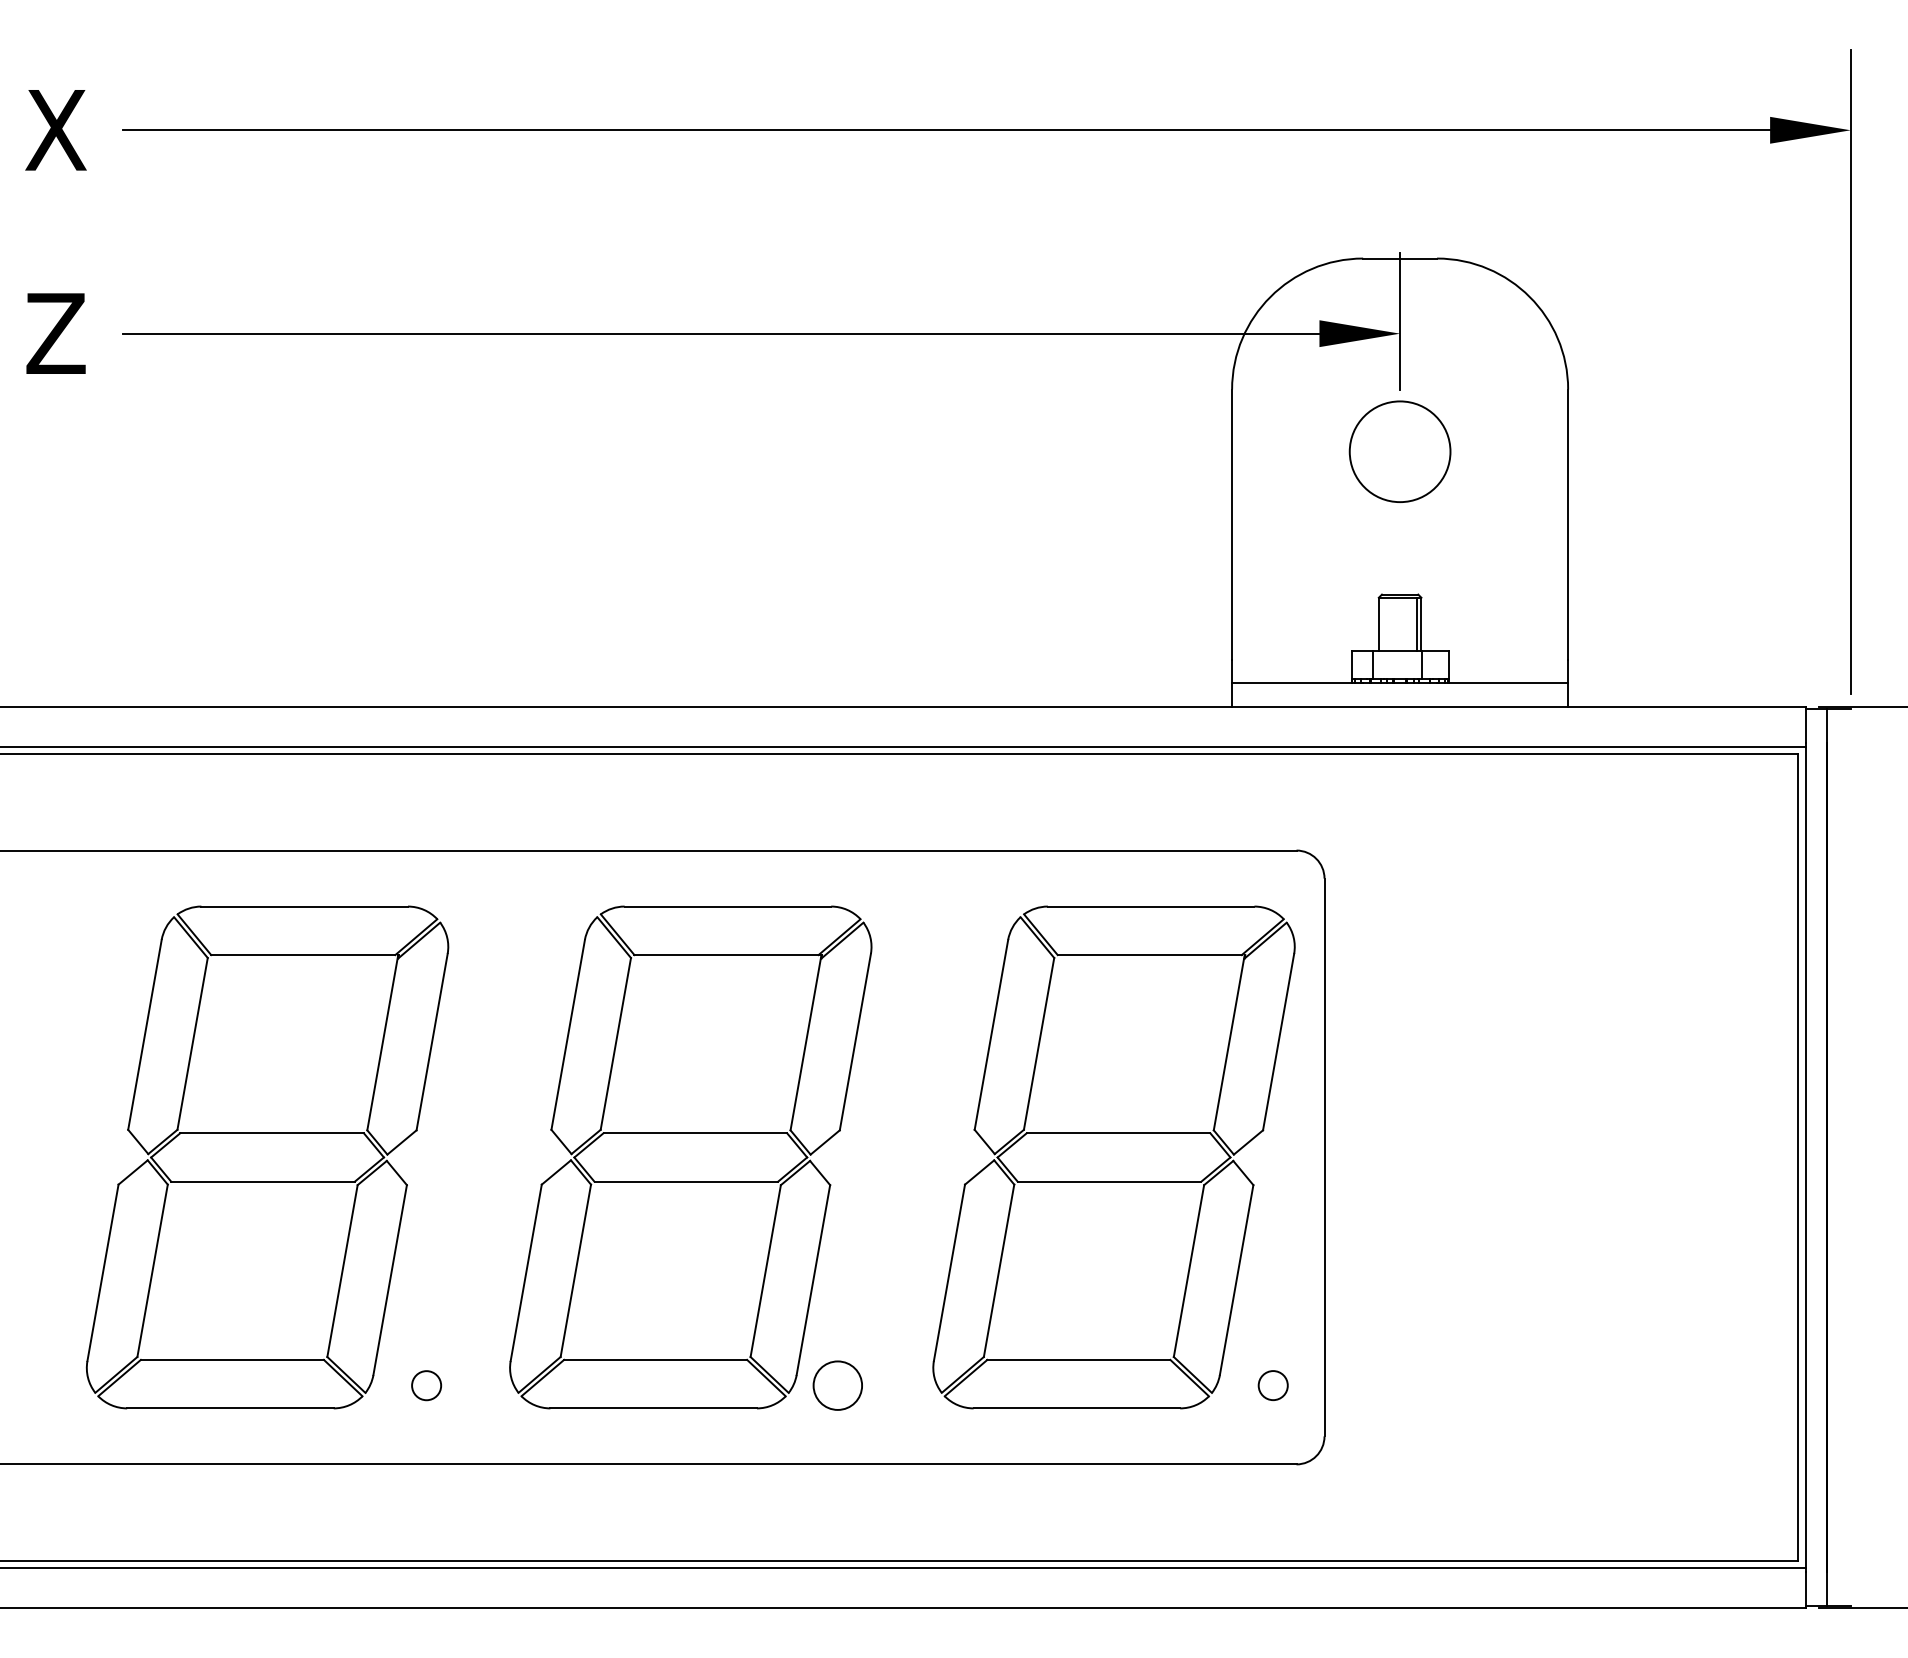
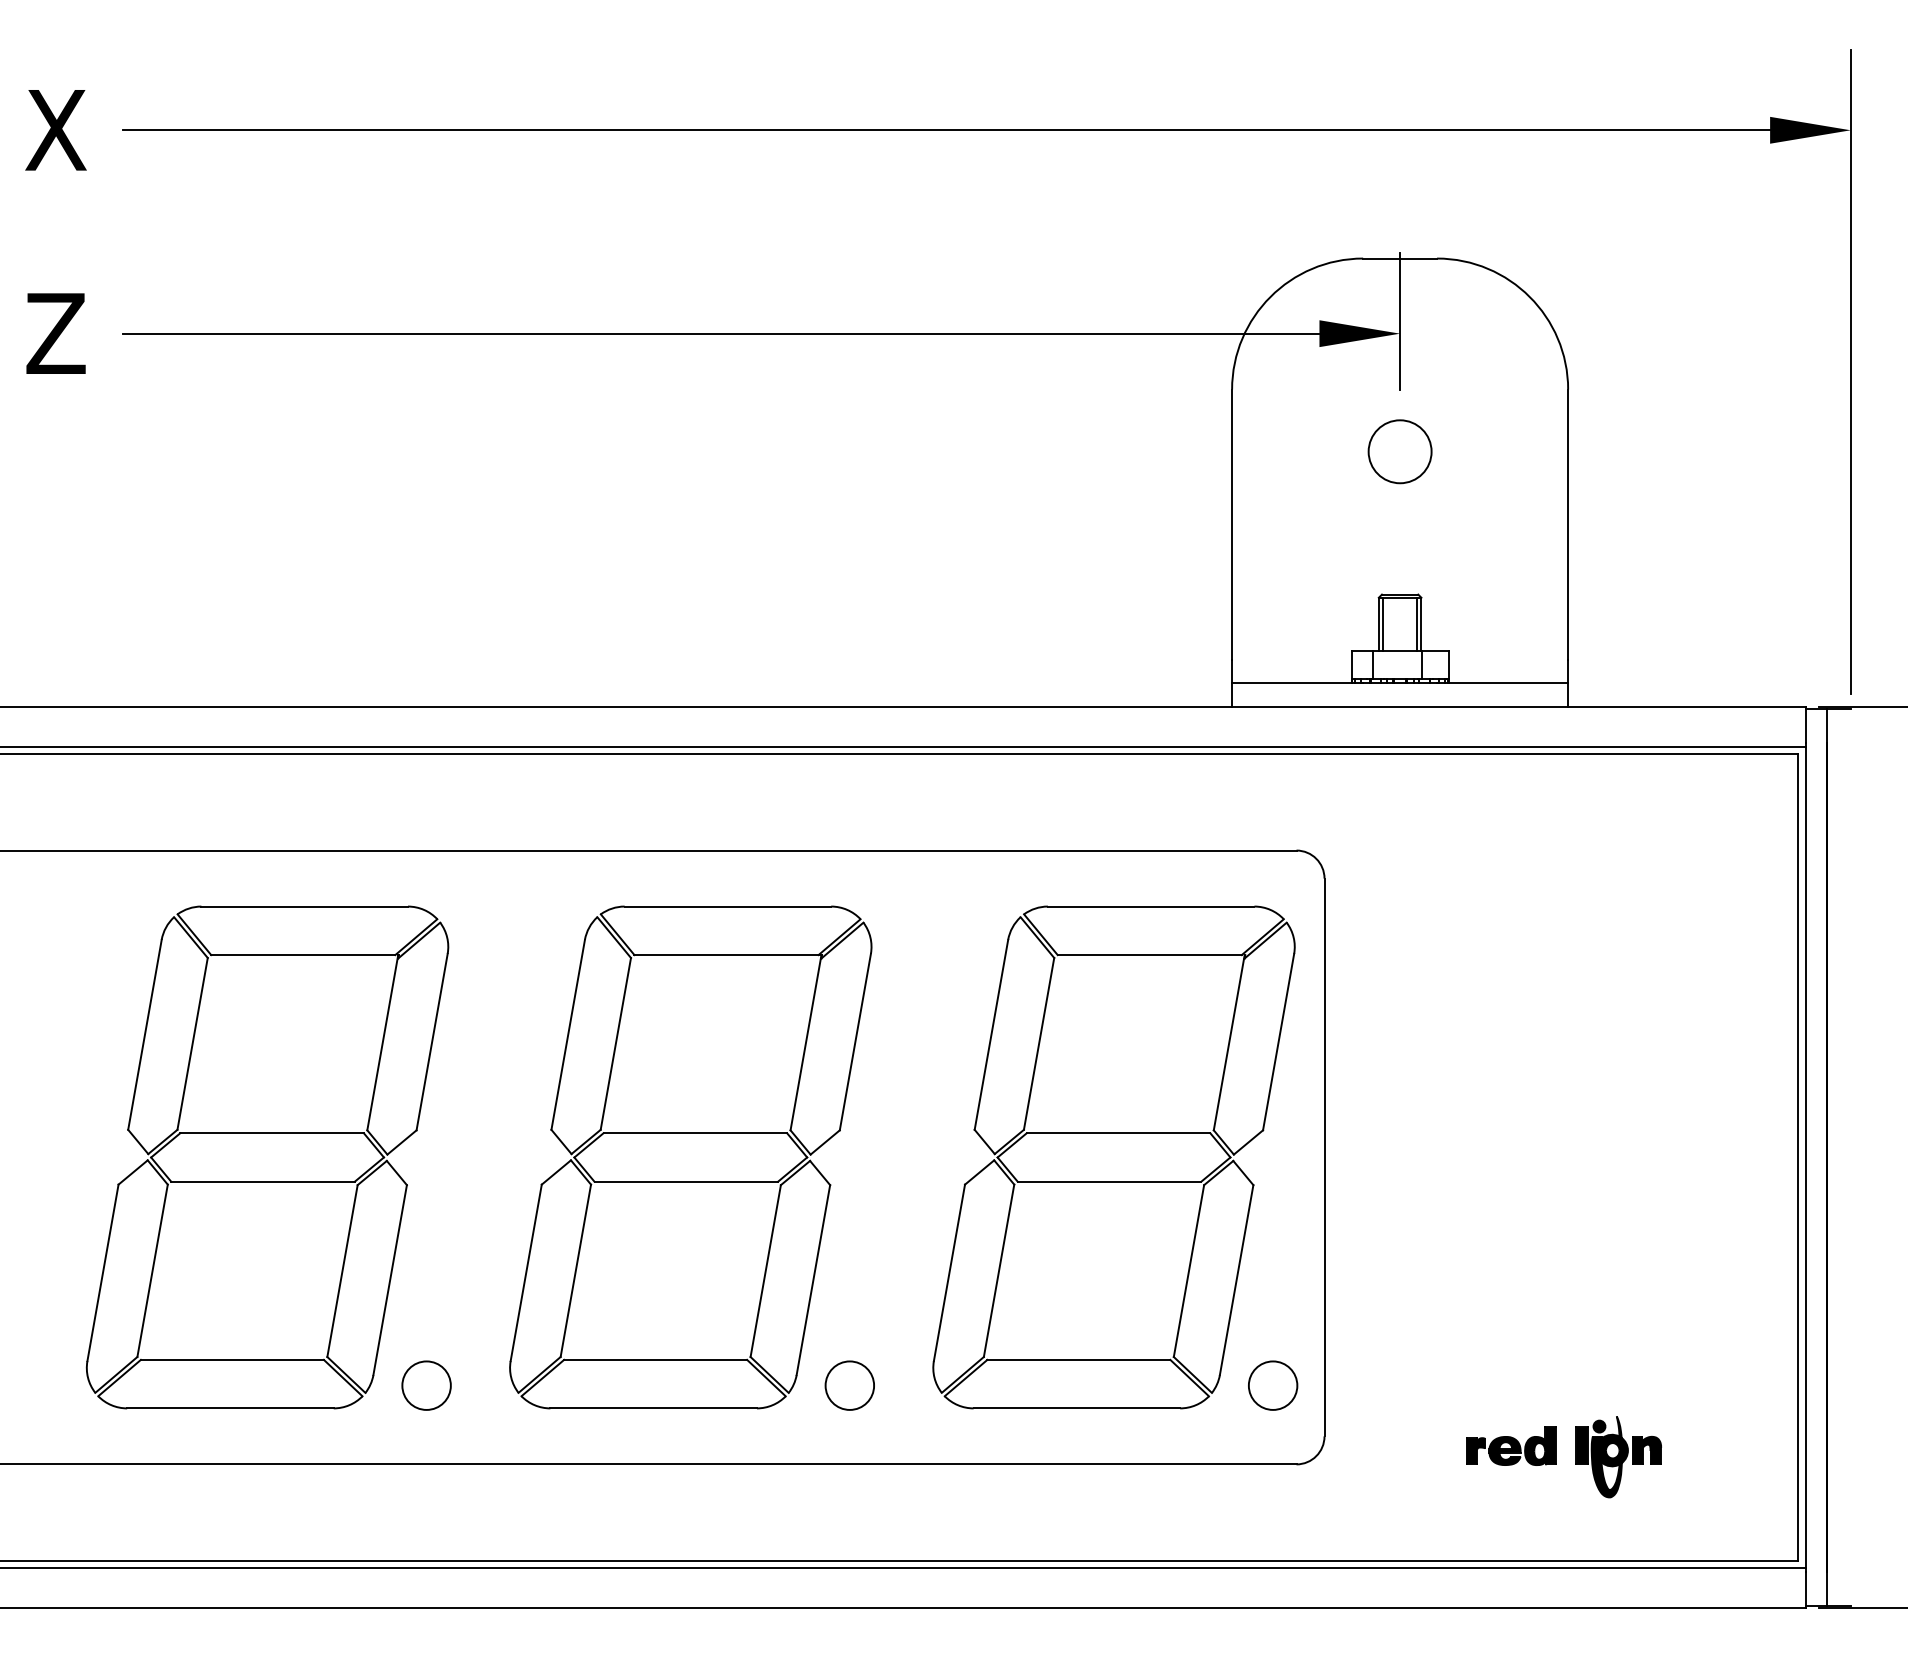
circle at (1399, 451) diameter: 101 px -> 63 px
line at (1383, 623): none -> present
circle at (426, 1385) diameter: 29 px -> 49 px
circle at (837, 1385) position: (837, 1385) -> (849, 1385)
circle at (1272, 1385) size: 32x31 px -> 51x51 px
part at (1556, 1457): none -> present
